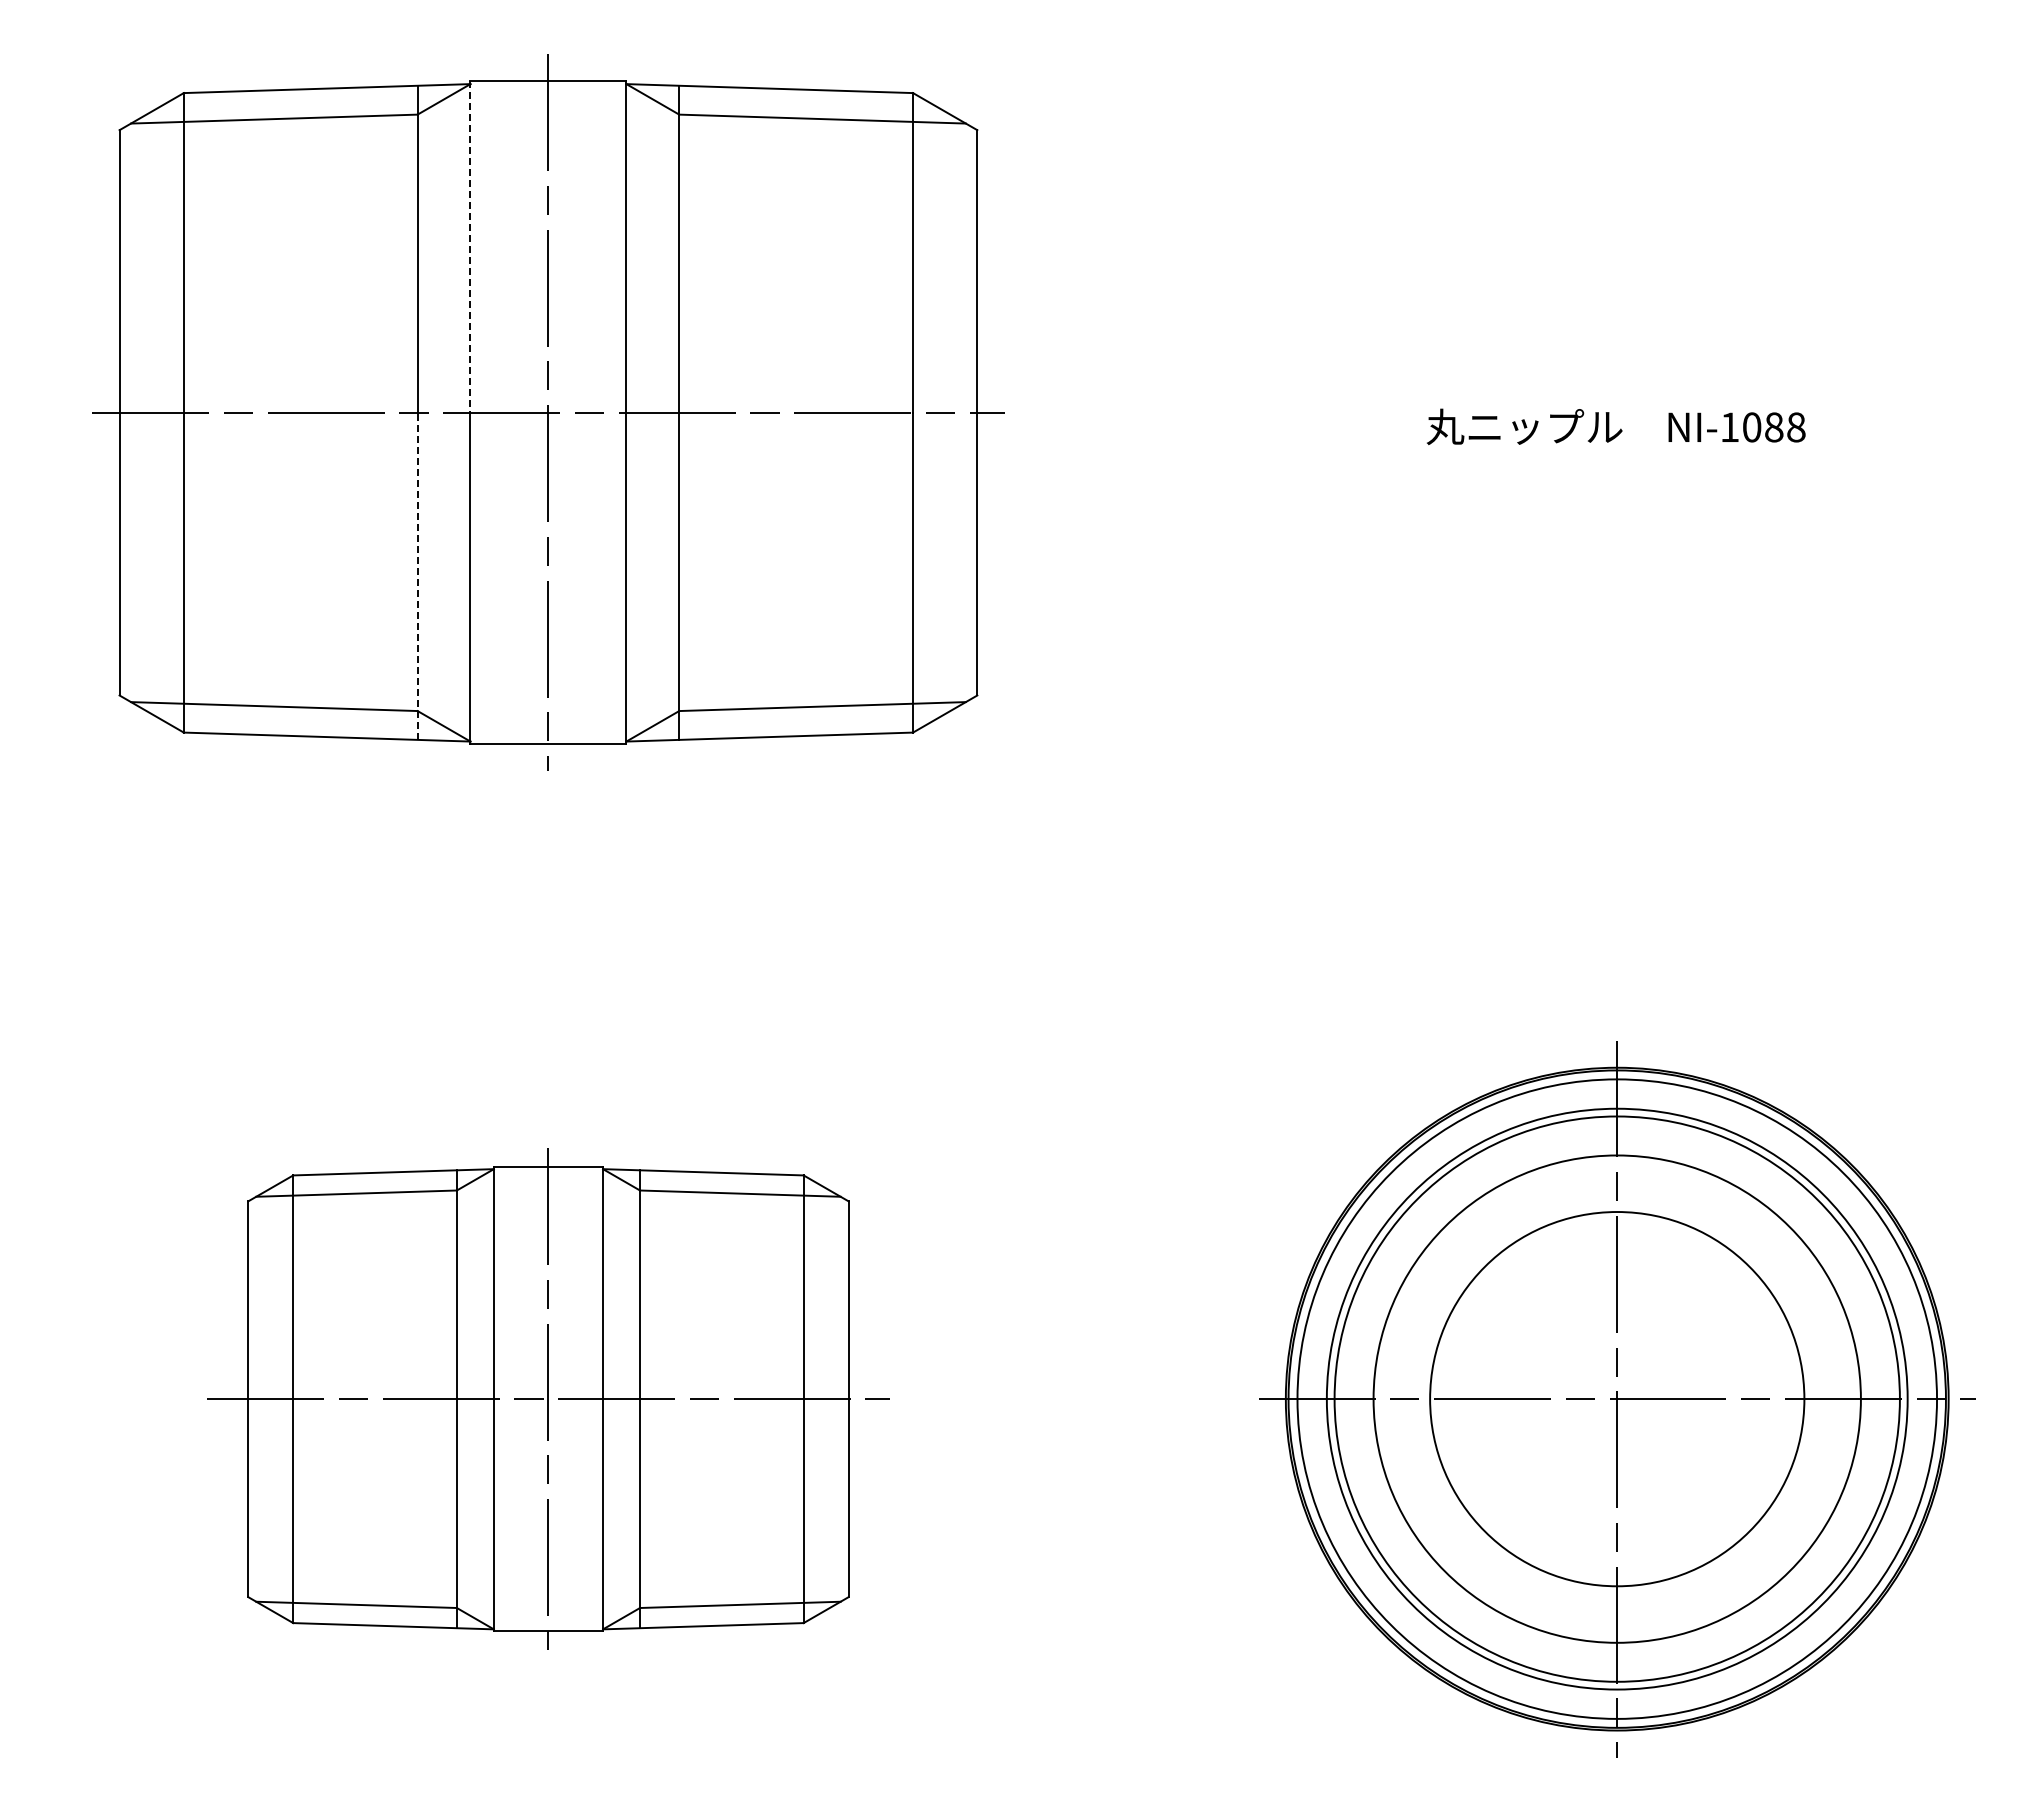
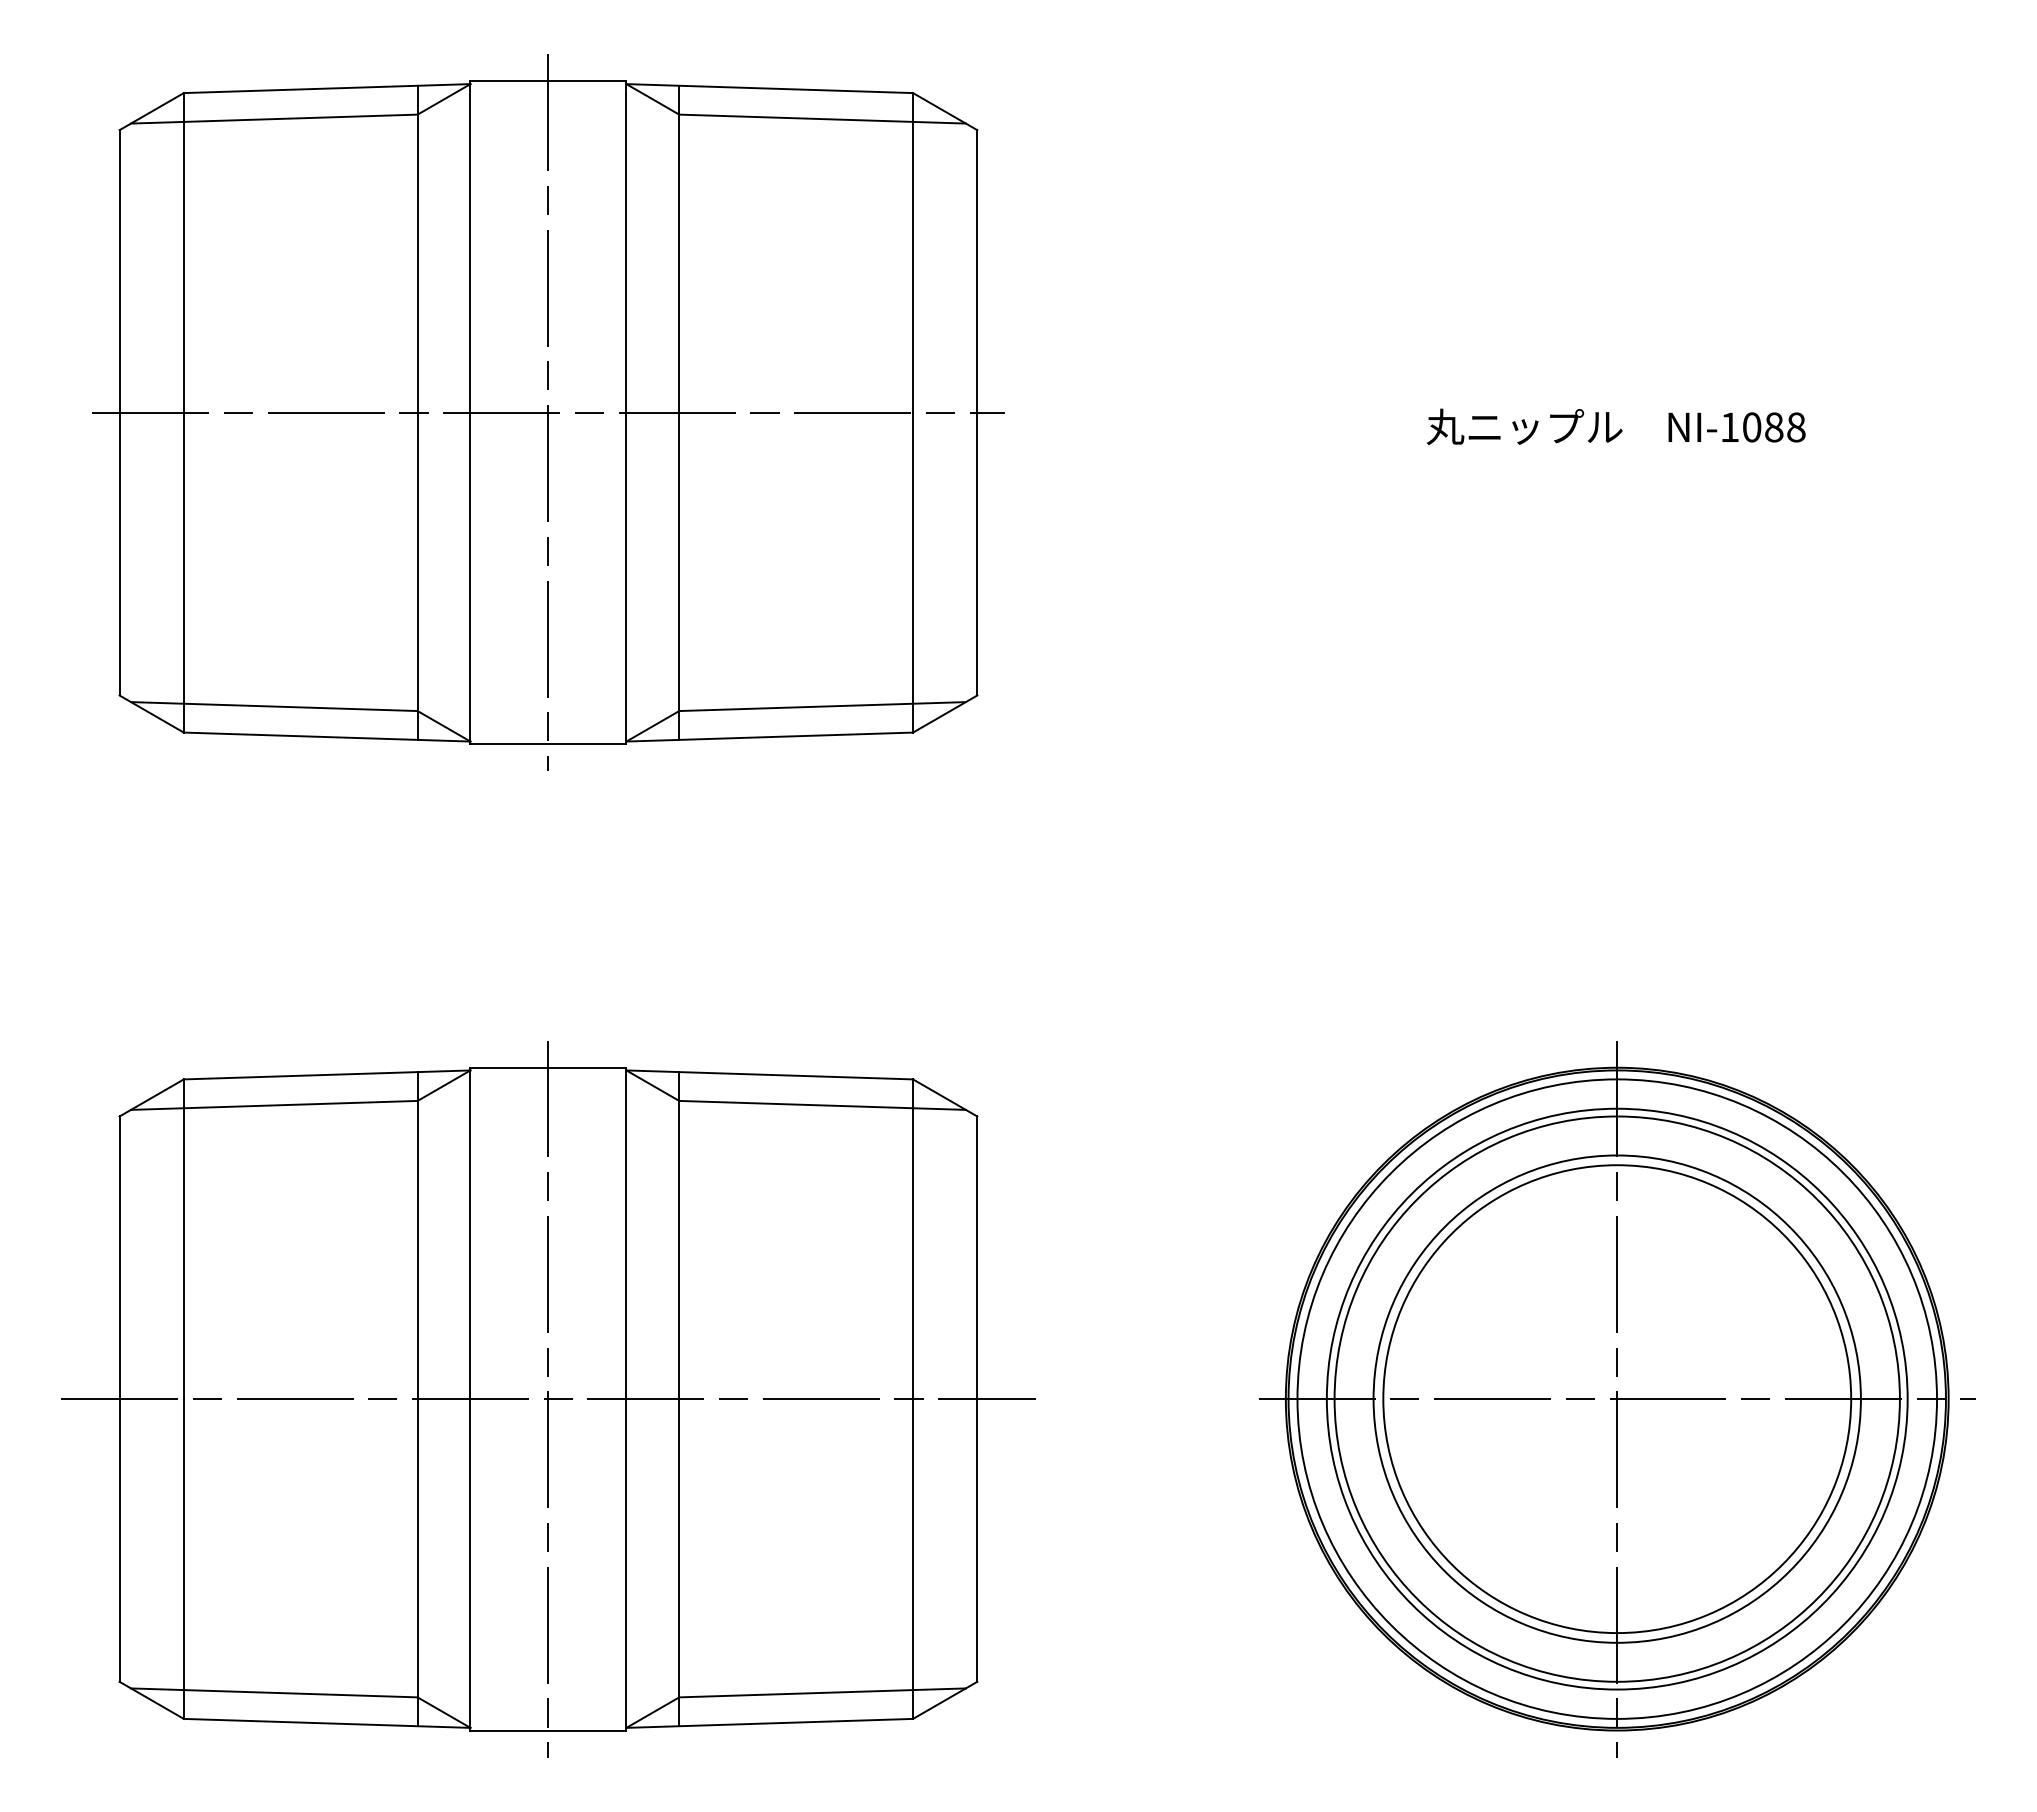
line at (470, 247): dashed -> solid
line at (417, 576): dashed -> solid
part at (548, 1398) size: 683x502 px -> 975x717 px
circle at (1617, 1399) diameter: 374 px -> 468 px
